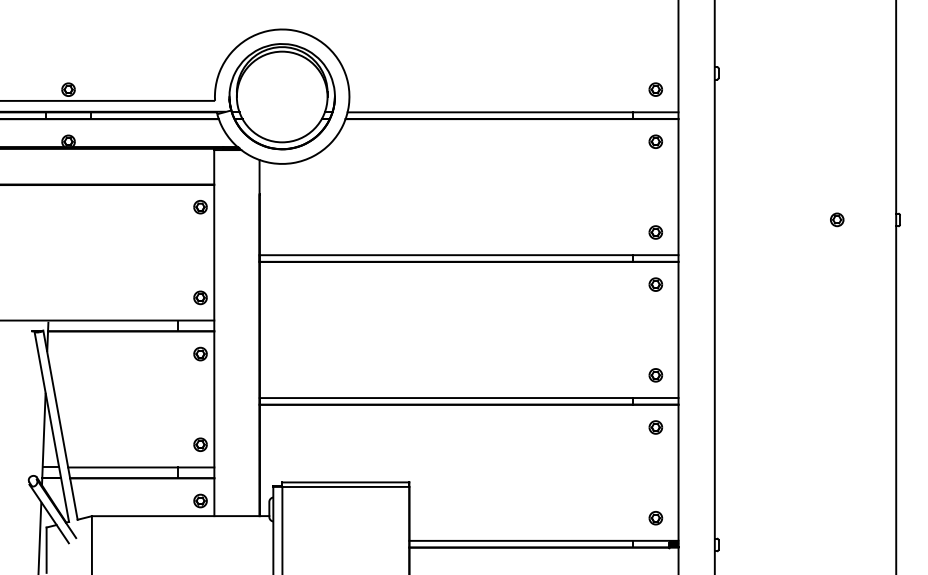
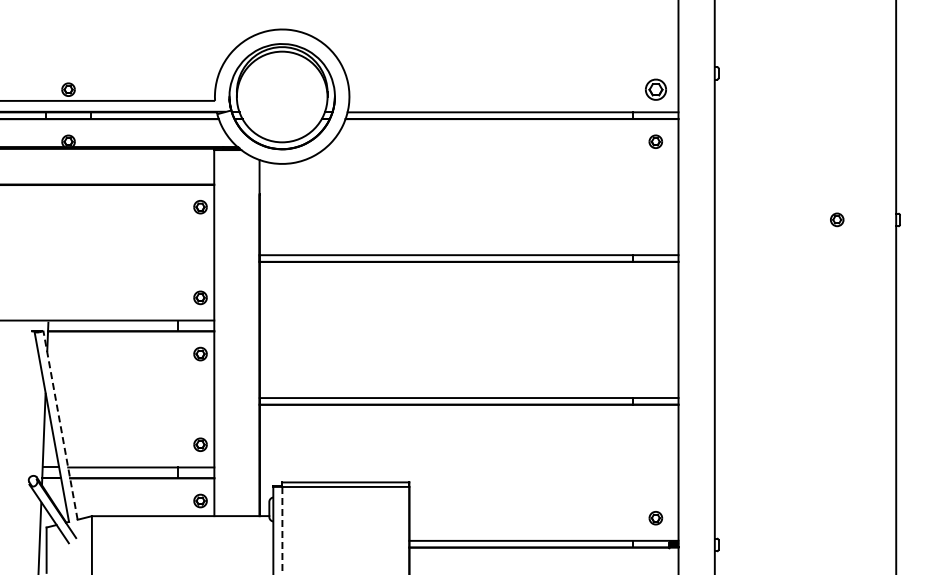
part at (655, 89) size: 15x15 px -> 22x23 px
part at (655, 232): present -> none
part at (655, 284): present -> none
part at (655, 375): present -> none
line at (60, 424): solid -> dashed
part at (655, 427): present -> none
line at (282, 531): solid -> dashed
